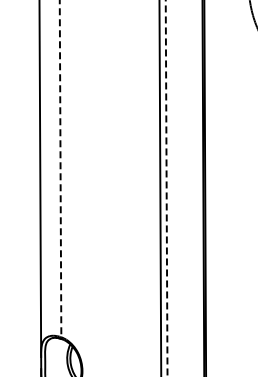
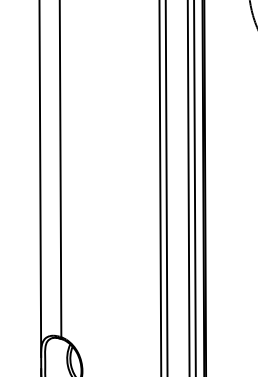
line at (60, 169): dashed -> solid
line at (188, 187): none -> present
line at (194, 187): none -> present
line at (166, 188): dashed -> solid
